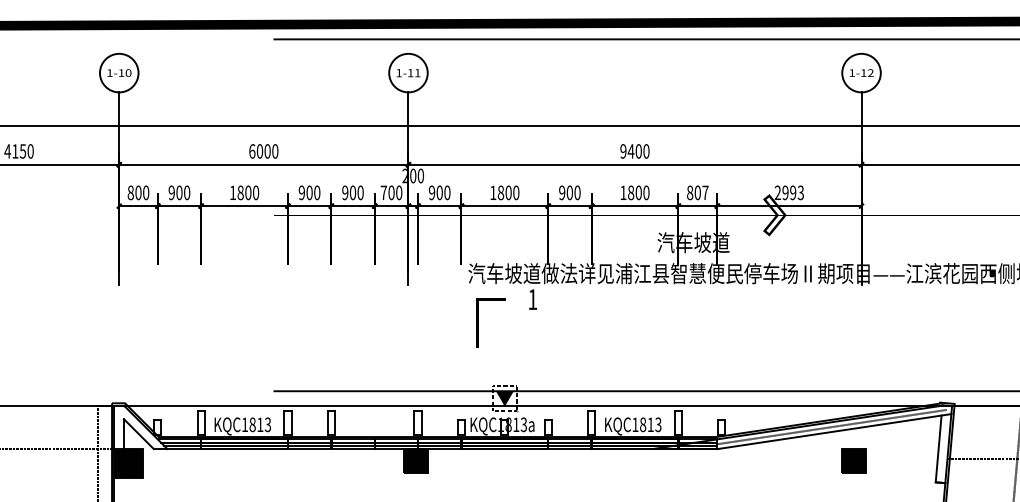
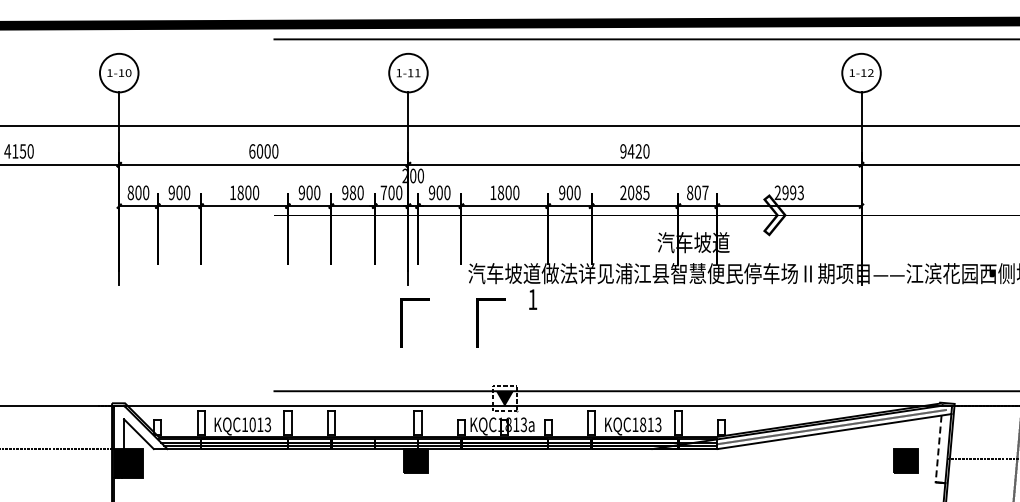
text at (638, 151): 9400 -> 9420
text at (352, 192): 900 -> 980
text at (634, 192): 1800 -> 2085
line at (402, 322): none -> present
text at (252, 424): KQC1813 -> KQC1013
line at (938, 448): solid -> dashed
line at (97, 451): present -> none
part at (853, 460) position: (853, 460) -> (905, 460)
